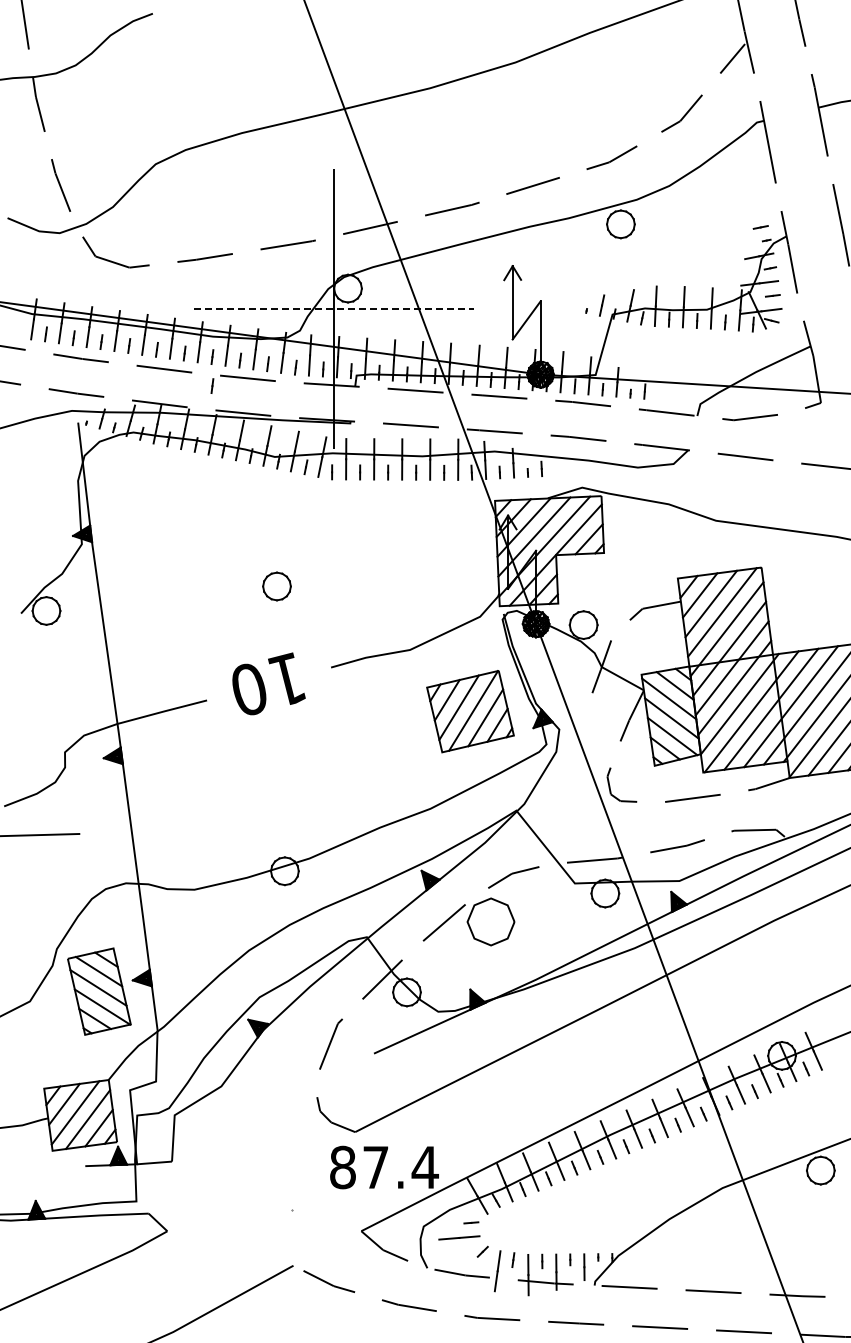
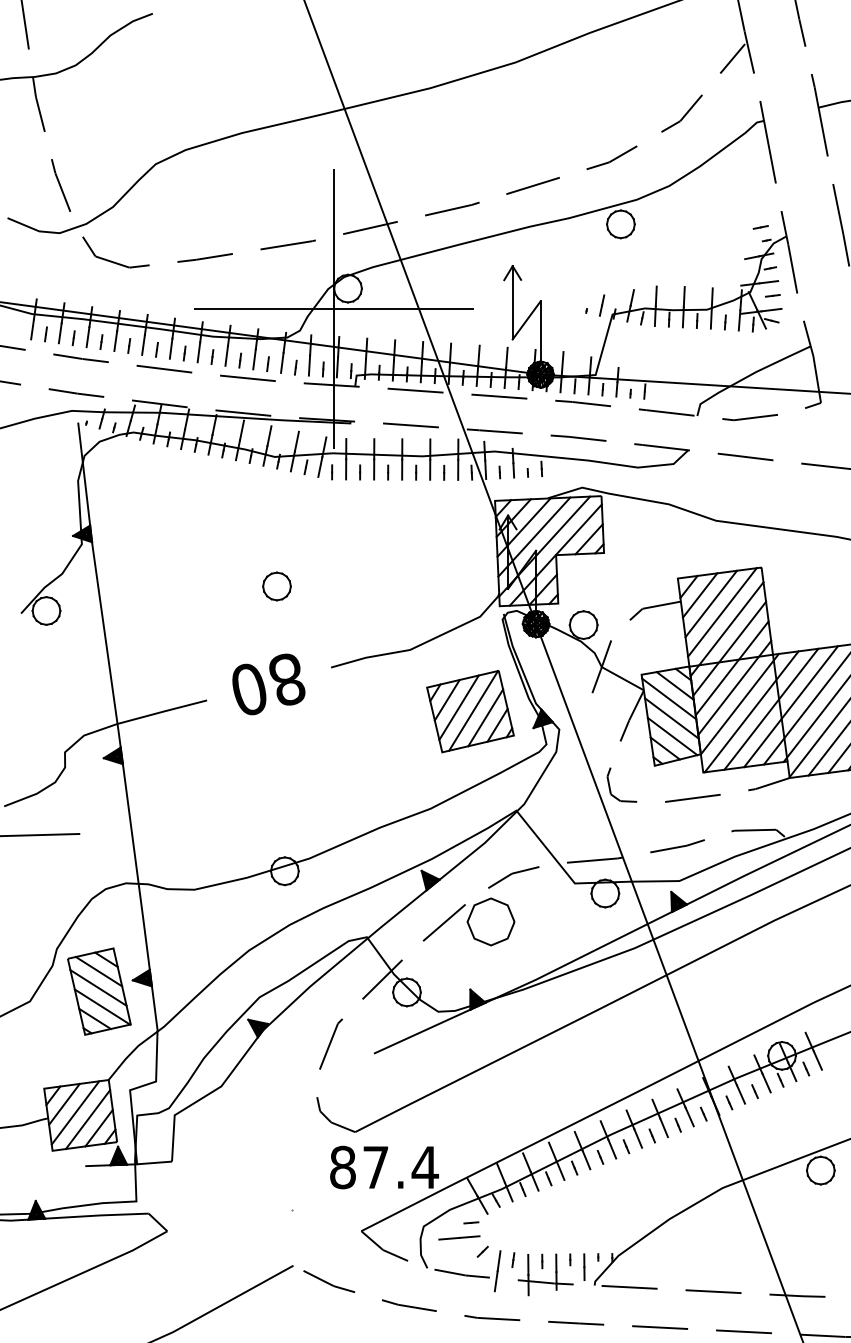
line at (334, 309): dashed -> solid
line at (212, 385): present -> none
text at (286, 678): 10 -> 80
